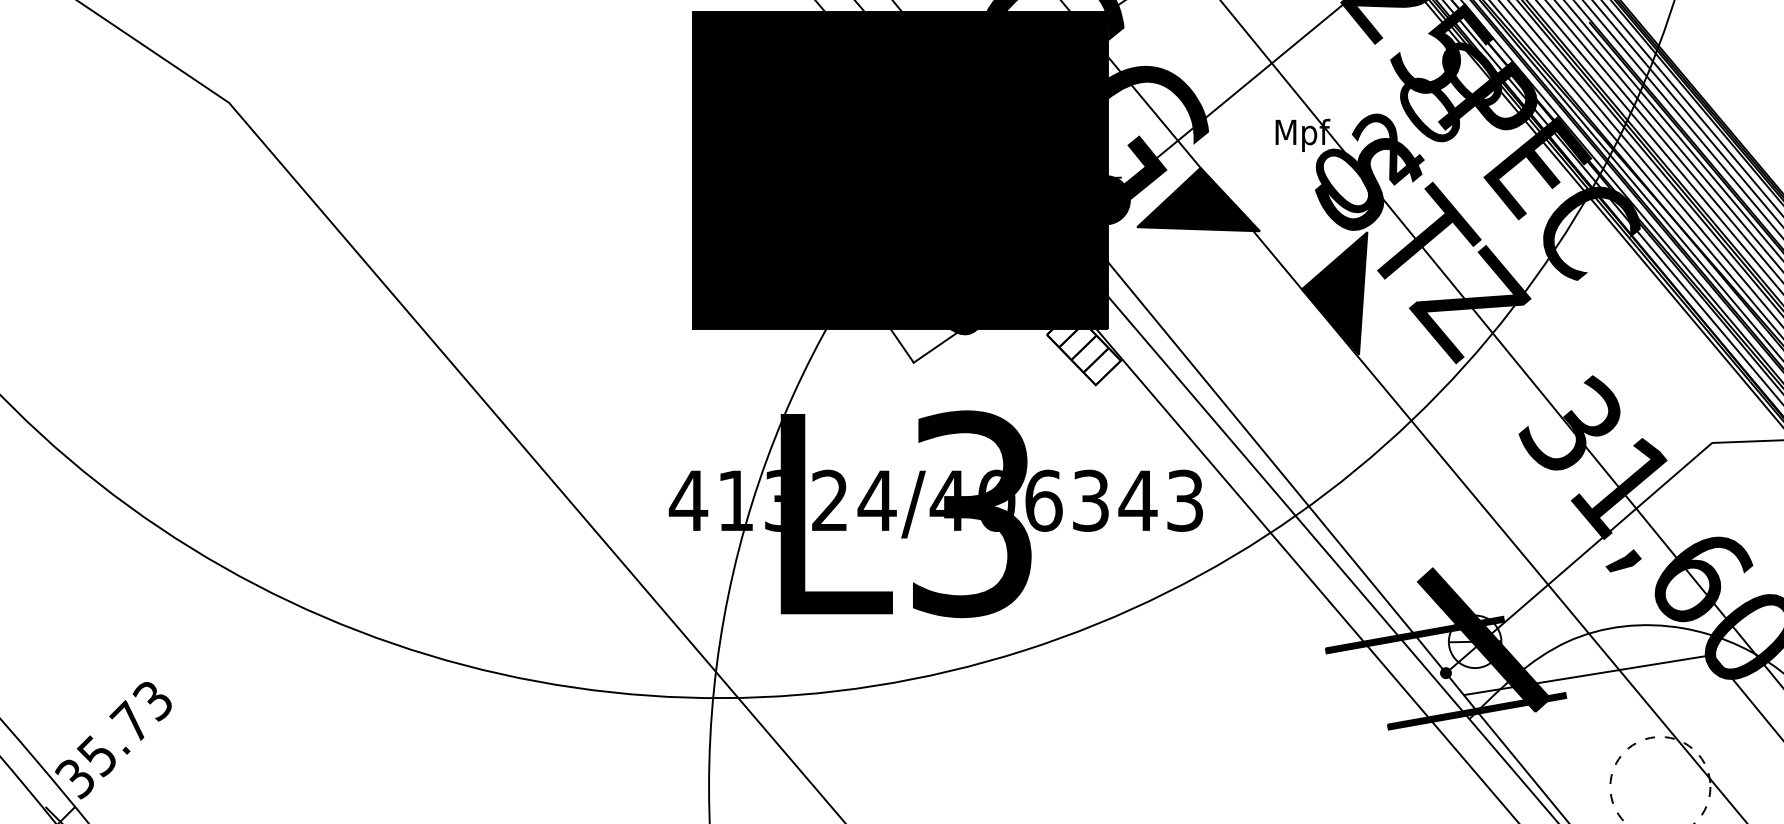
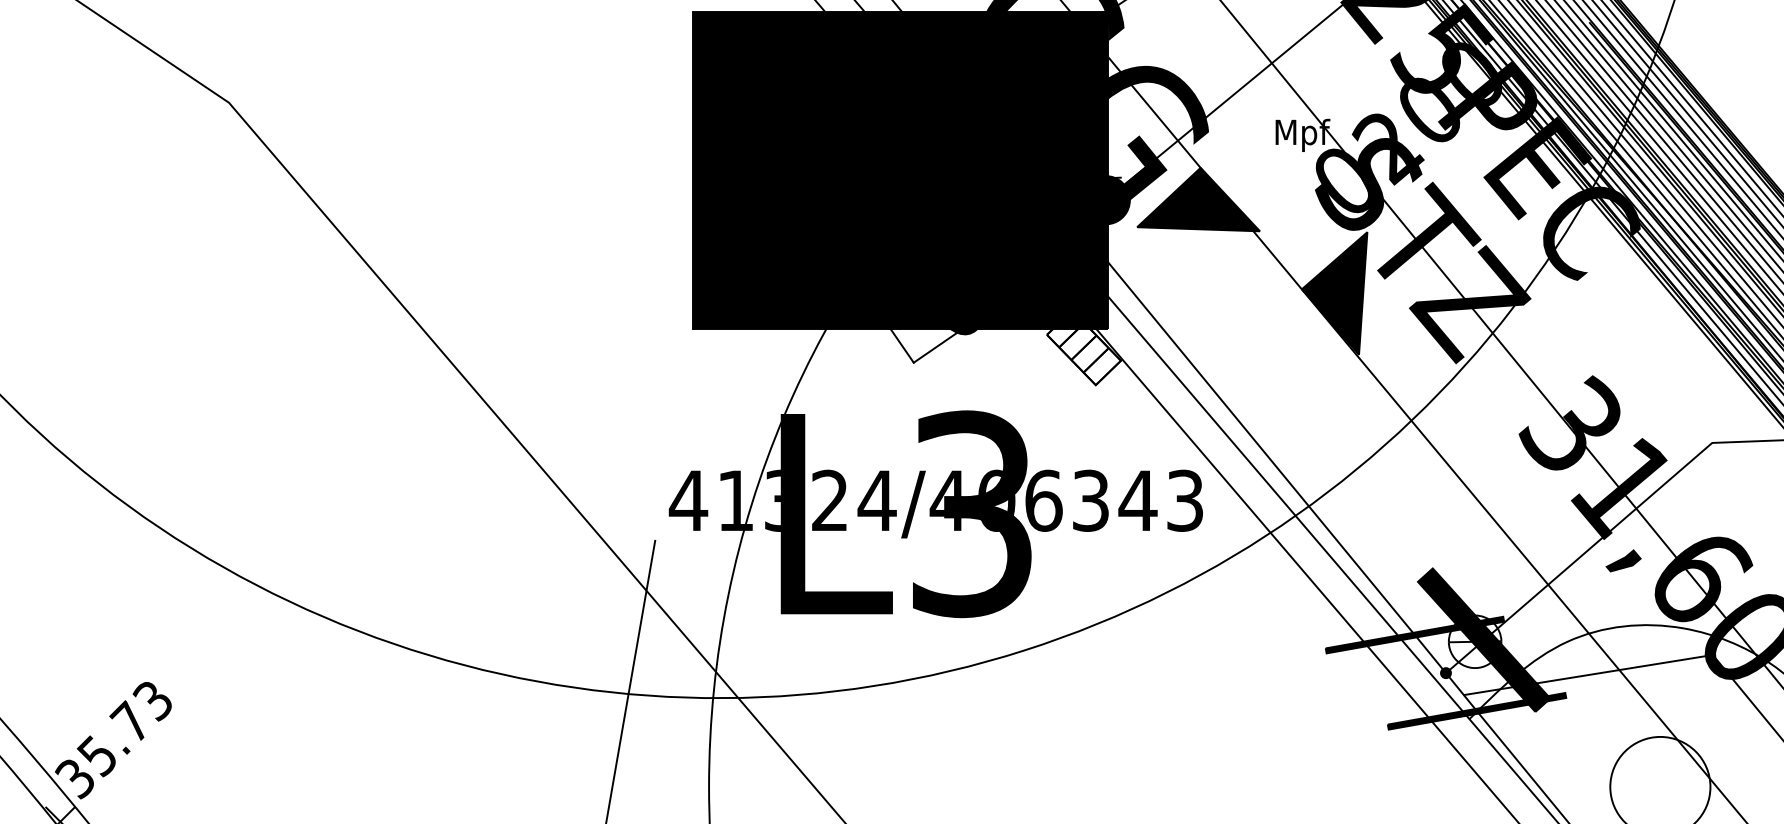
line at (630, 680): none -> present
circle at (1660, 779): dashed -> solid
